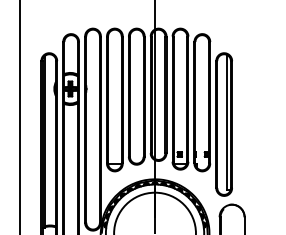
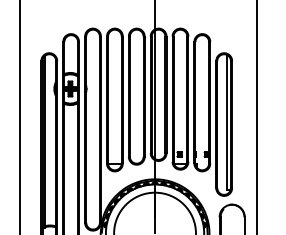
line at (257, 116): none -> present
